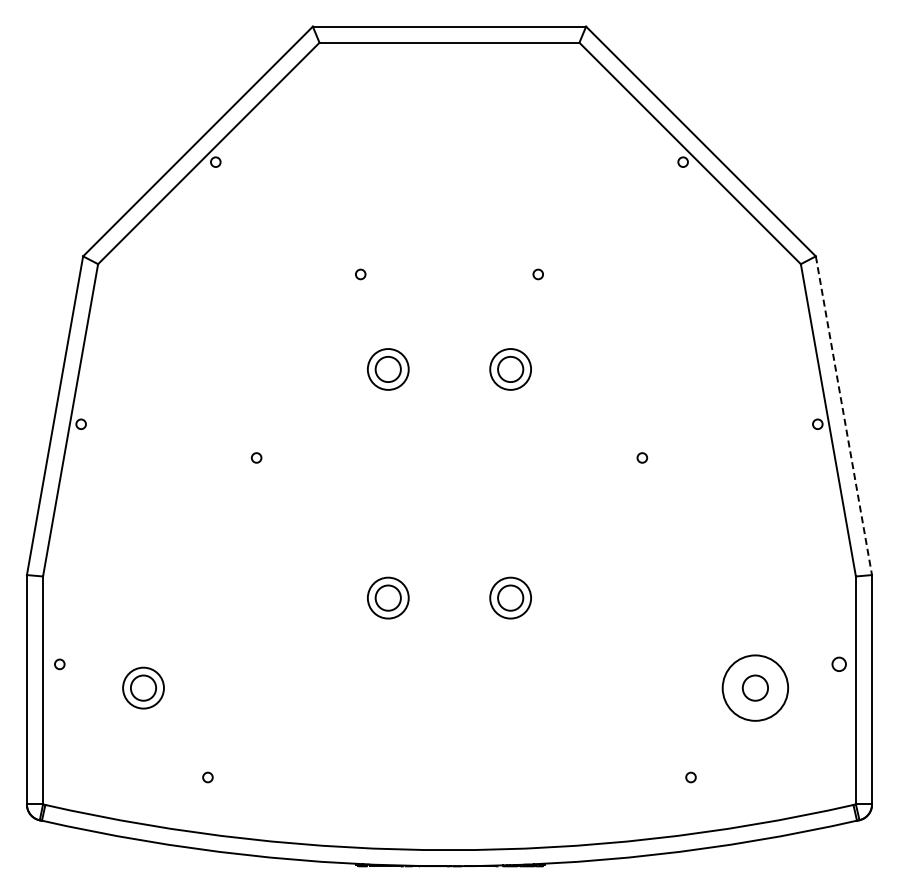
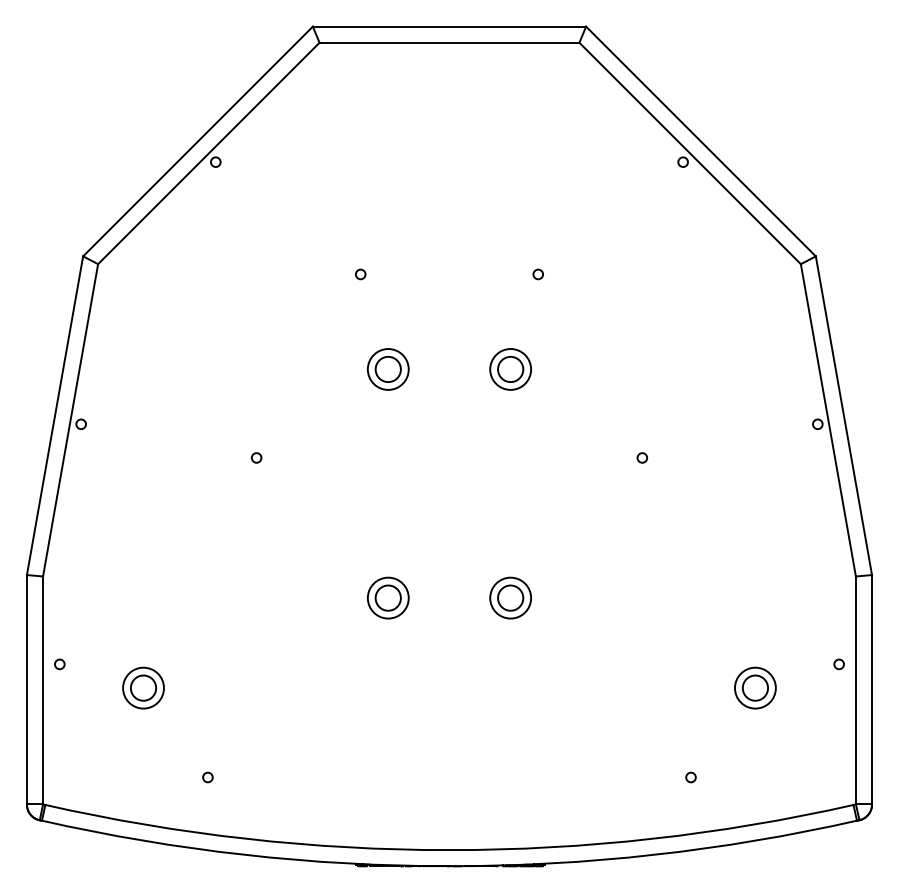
line at (843, 415): dashed -> solid
circle at (838, 663) size: 16x16 px -> 12x13 px
circle at (755, 687) diameter: 65 px -> 41 px
